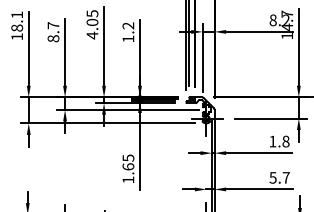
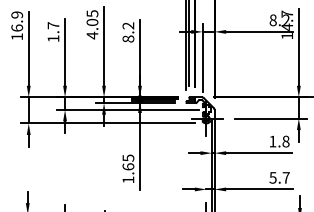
text at (17, 21): 18.1 -> 16.9
text at (53, 38): 8.7 -> 1.7
text at (128, 38): 1.2 -> 8.2
